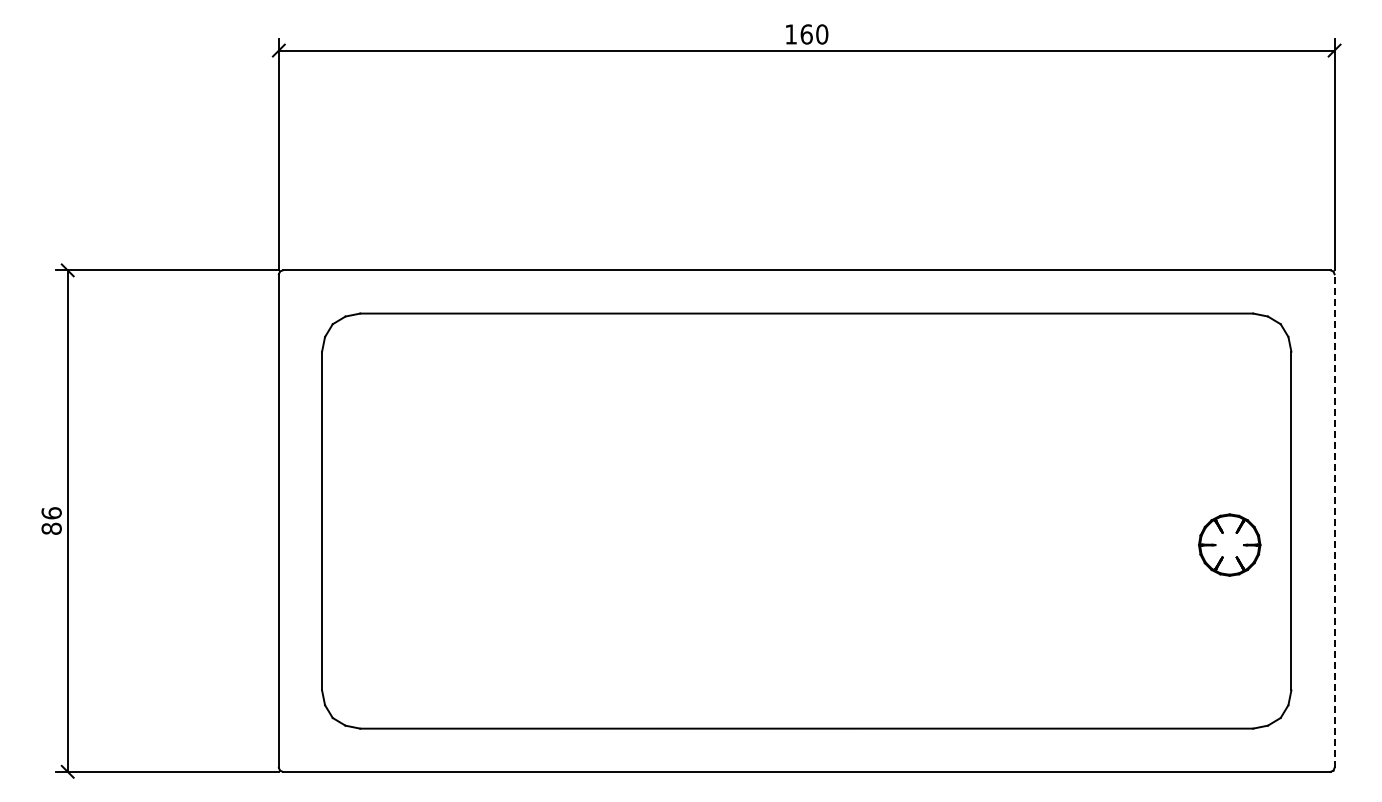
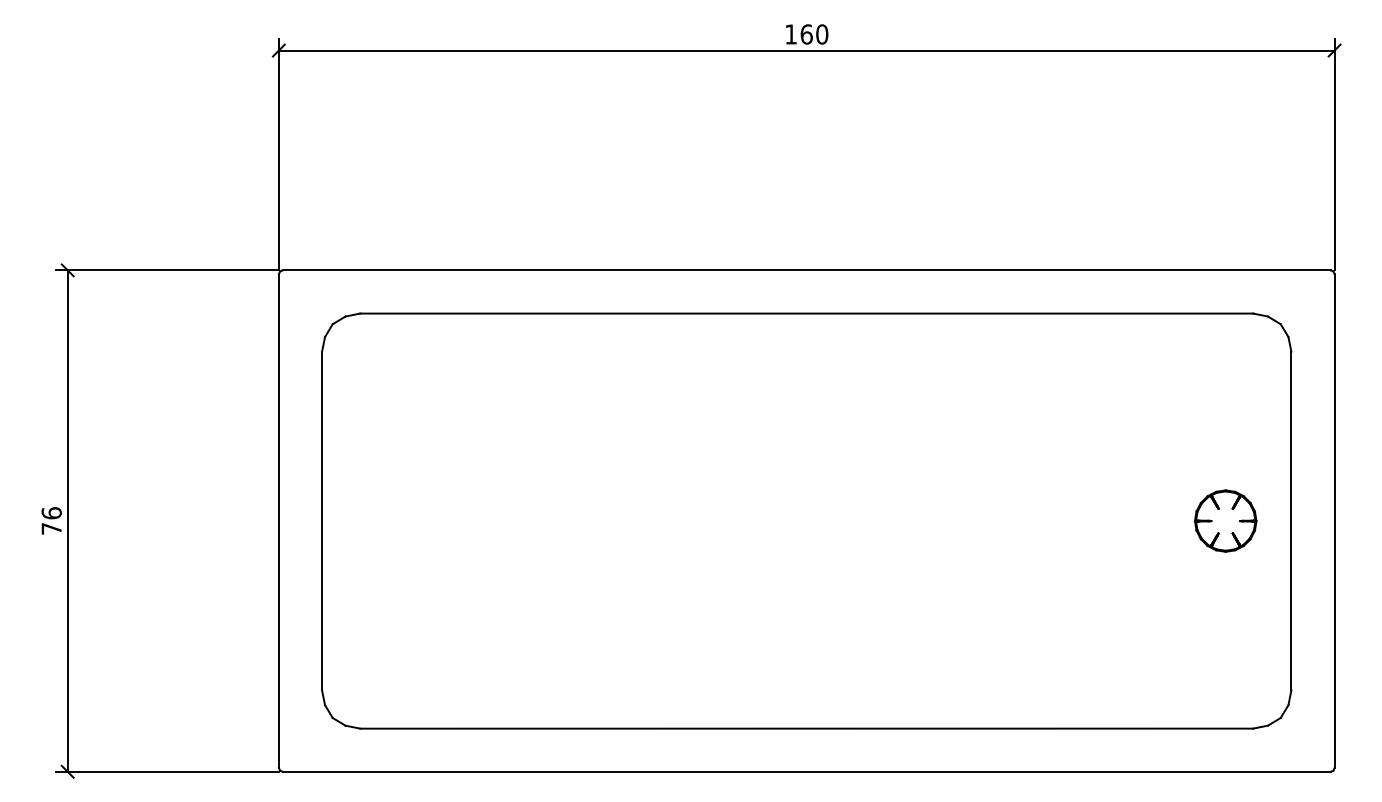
line at (1334, 521): dashed -> solid
text at (51, 528): 86 -> 76
part at (1229, 544) position: (1229, 544) -> (1225, 520)
